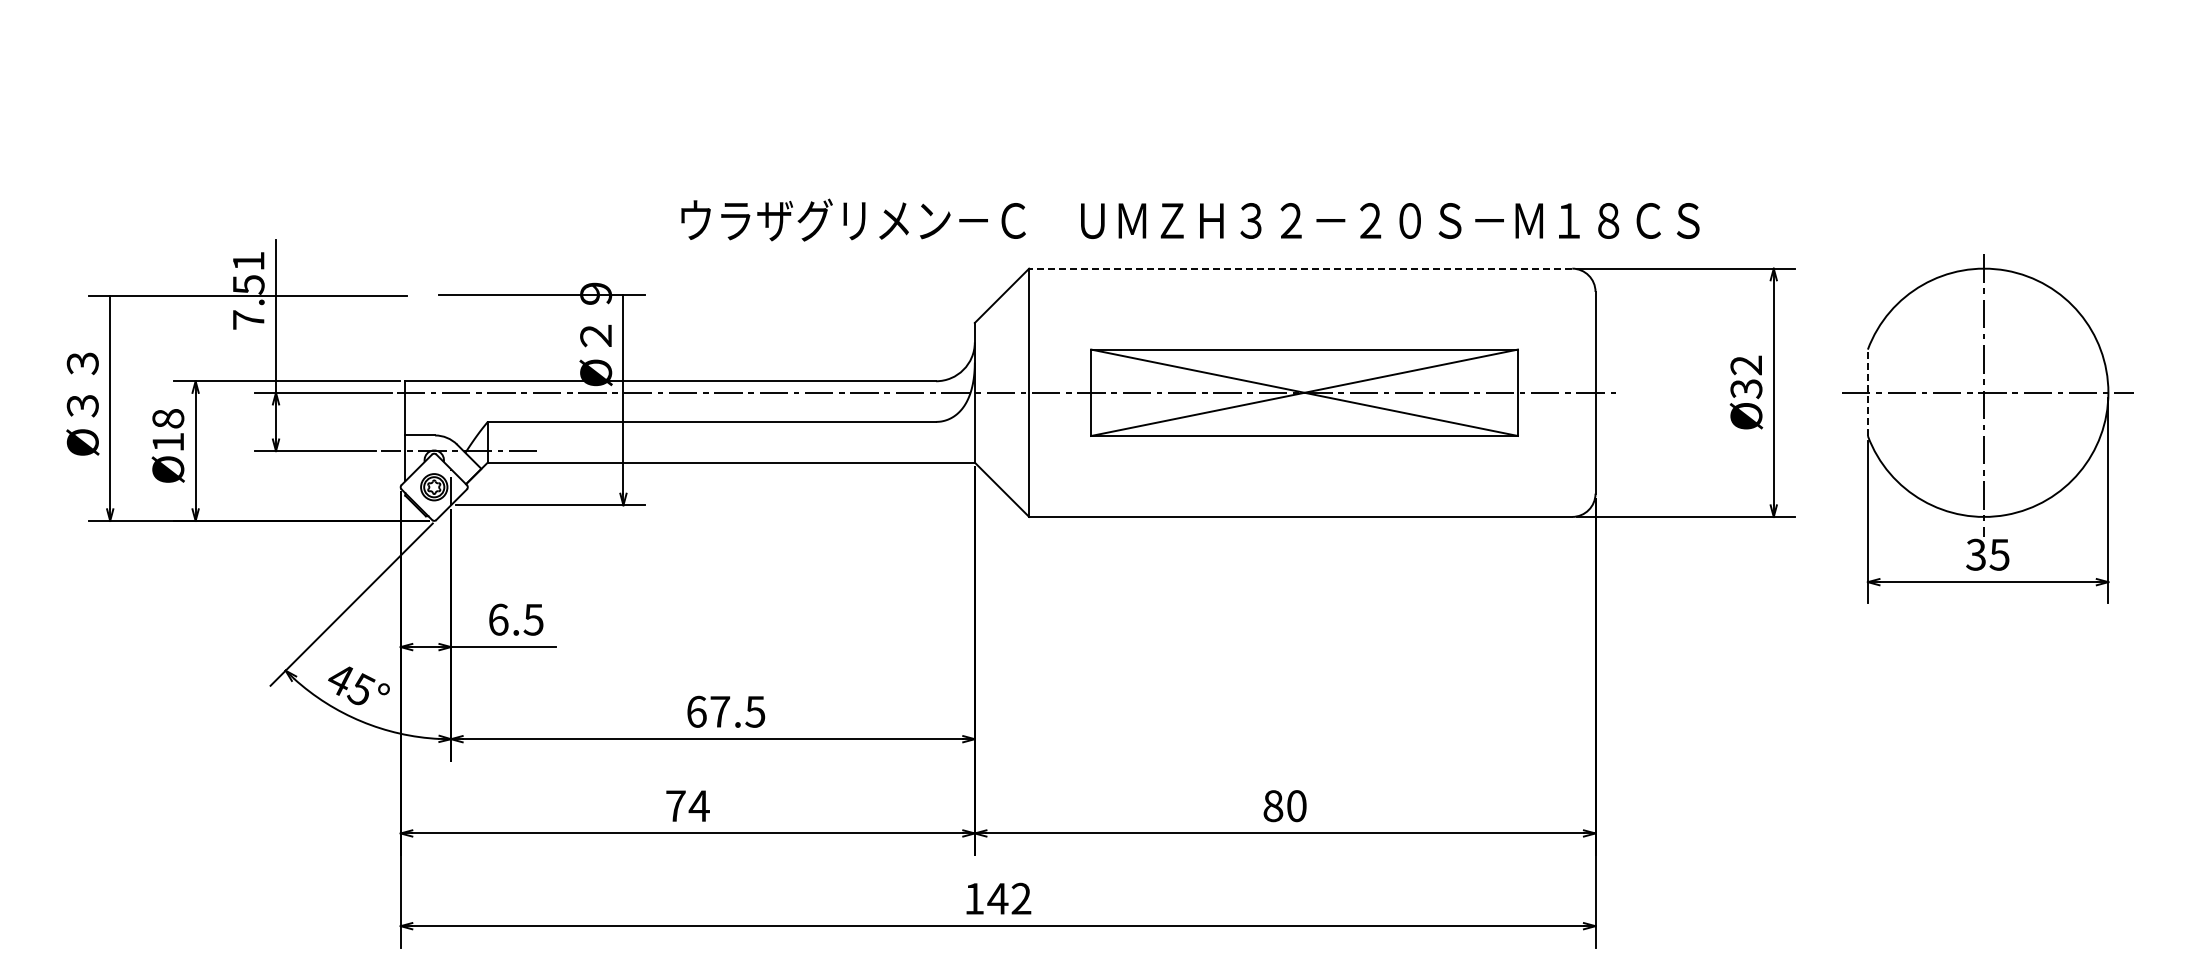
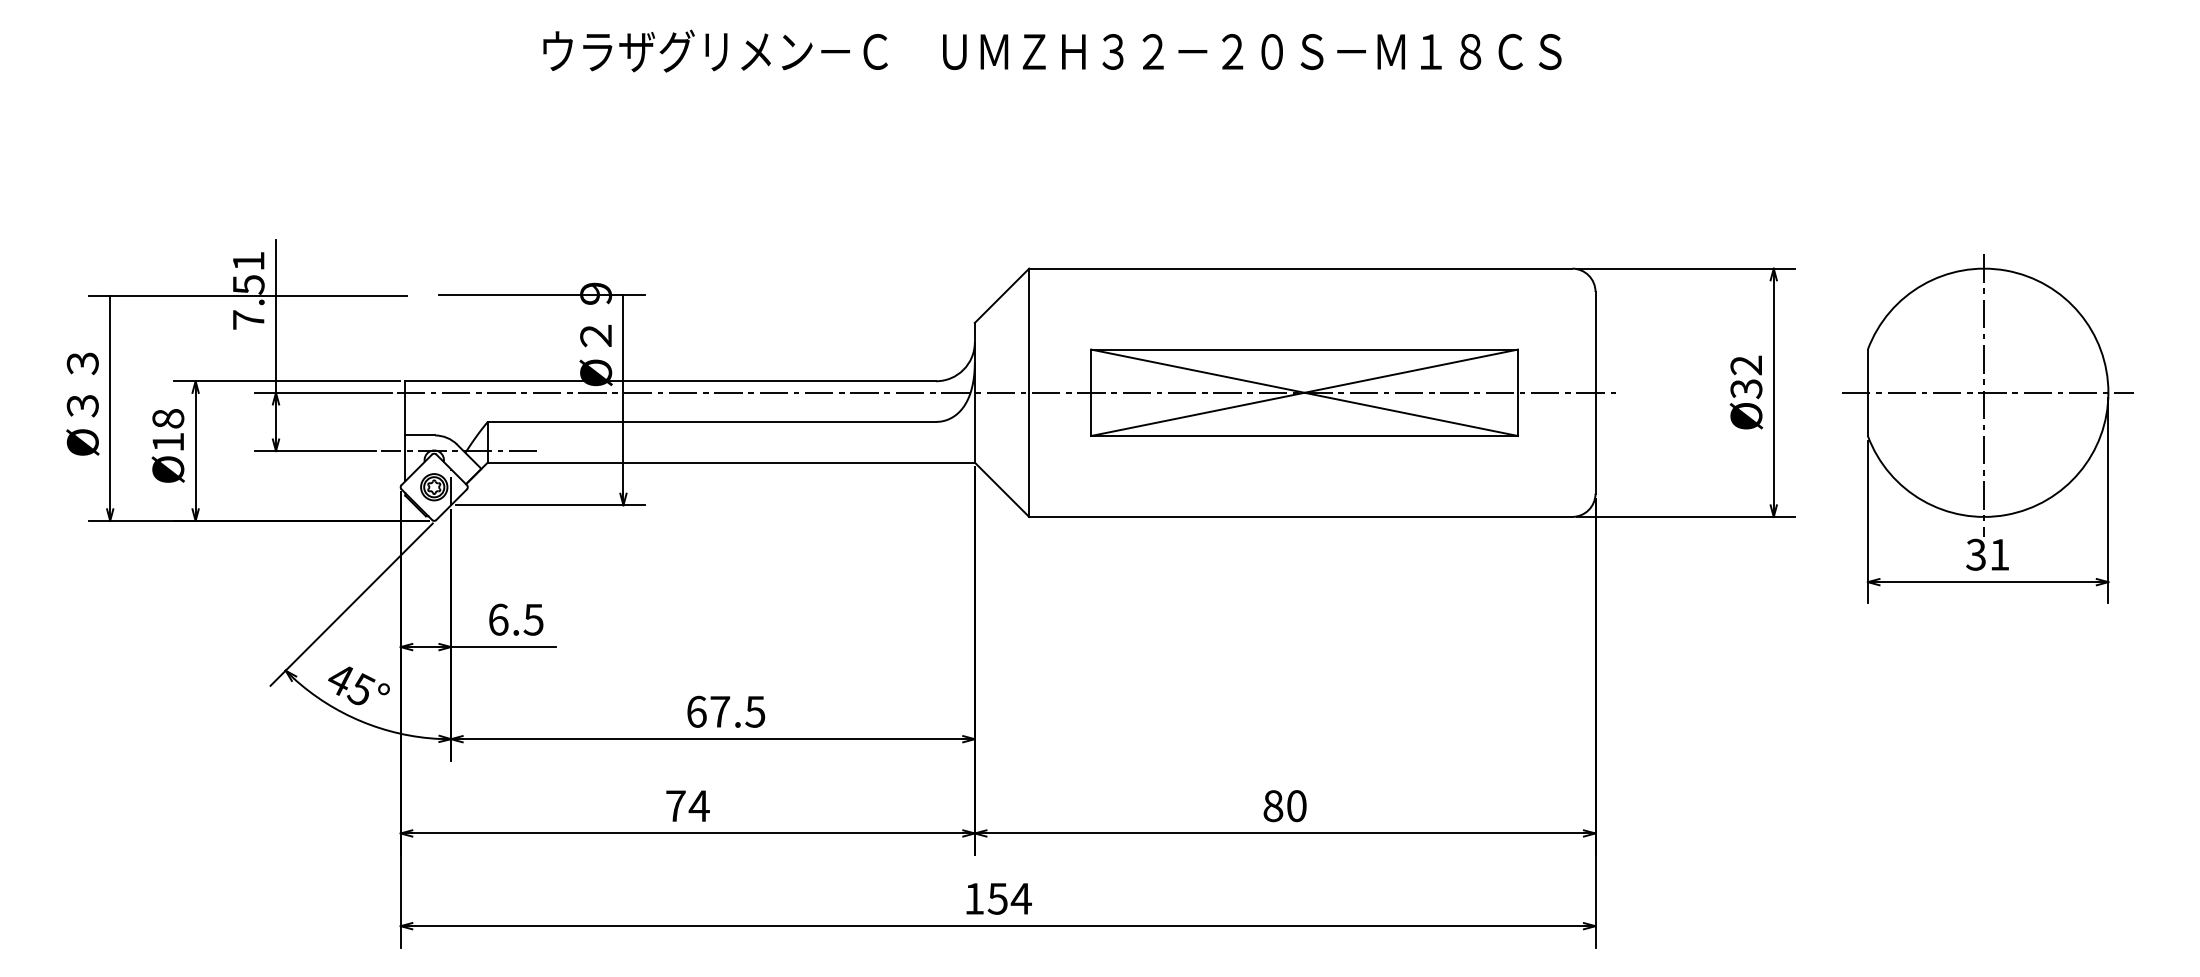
text at (1190, 219) position: (1190, 219) -> (1052, 50)
line at (1300, 268): dashed -> solid
line at (1867, 392): dashed -> solid
text at (1999, 554): 35 -> 31
text at (1009, 898): 142 -> 154
